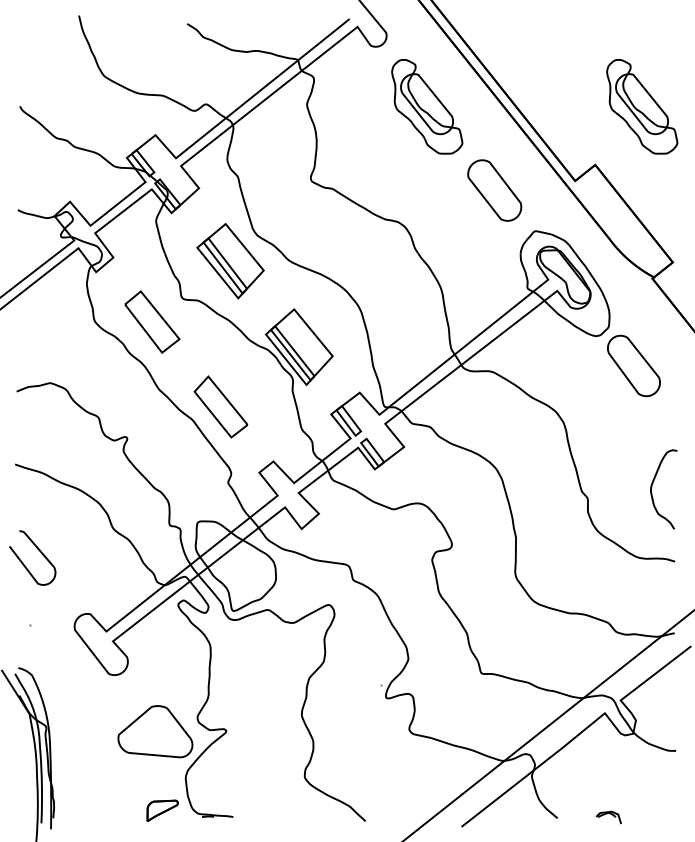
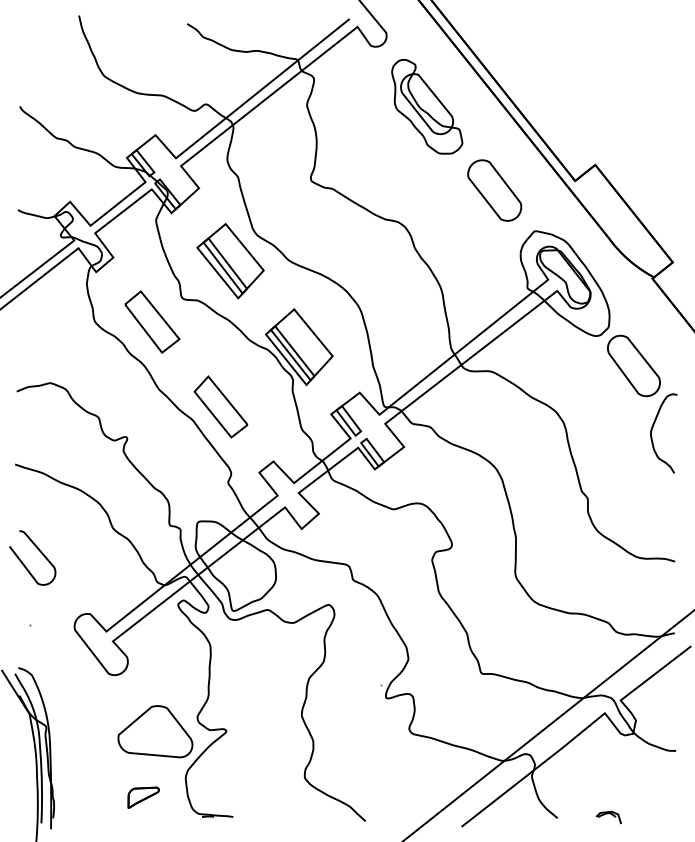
part at (642, 106): present -> none
curve at (652, 487) position: (652, 487) -> (652, 431)
part at (162, 810) position: (162, 810) -> (143, 797)
